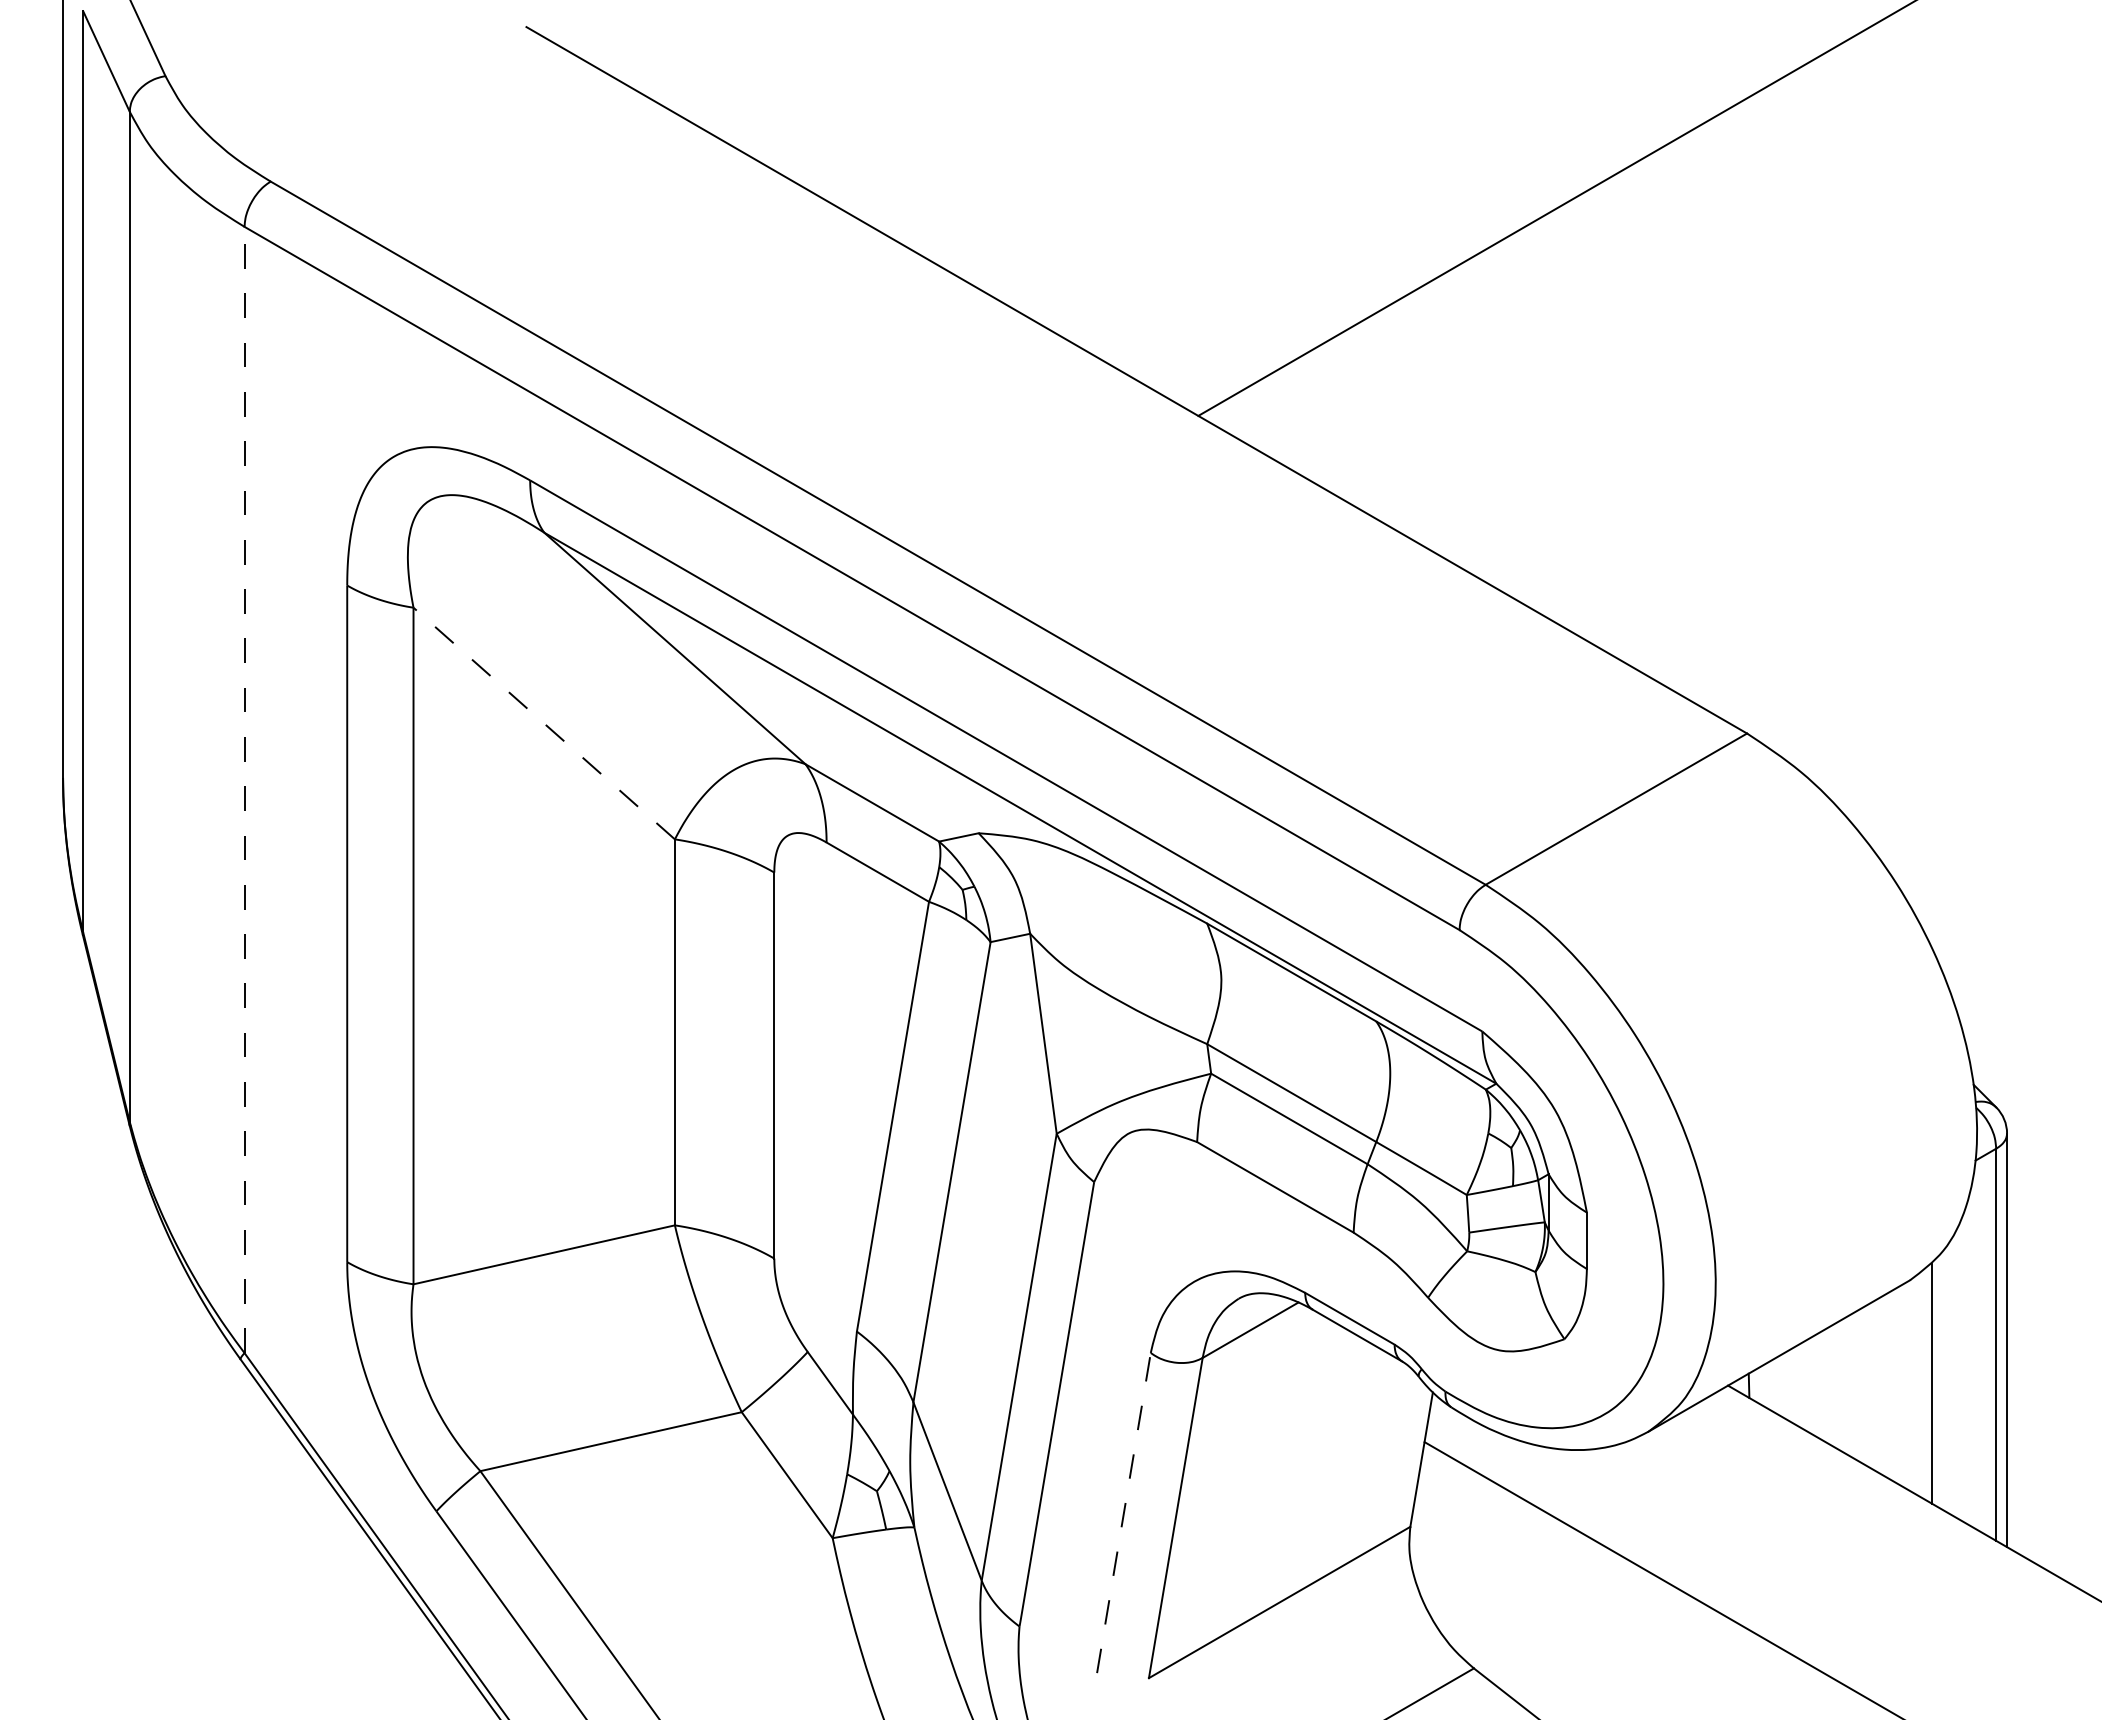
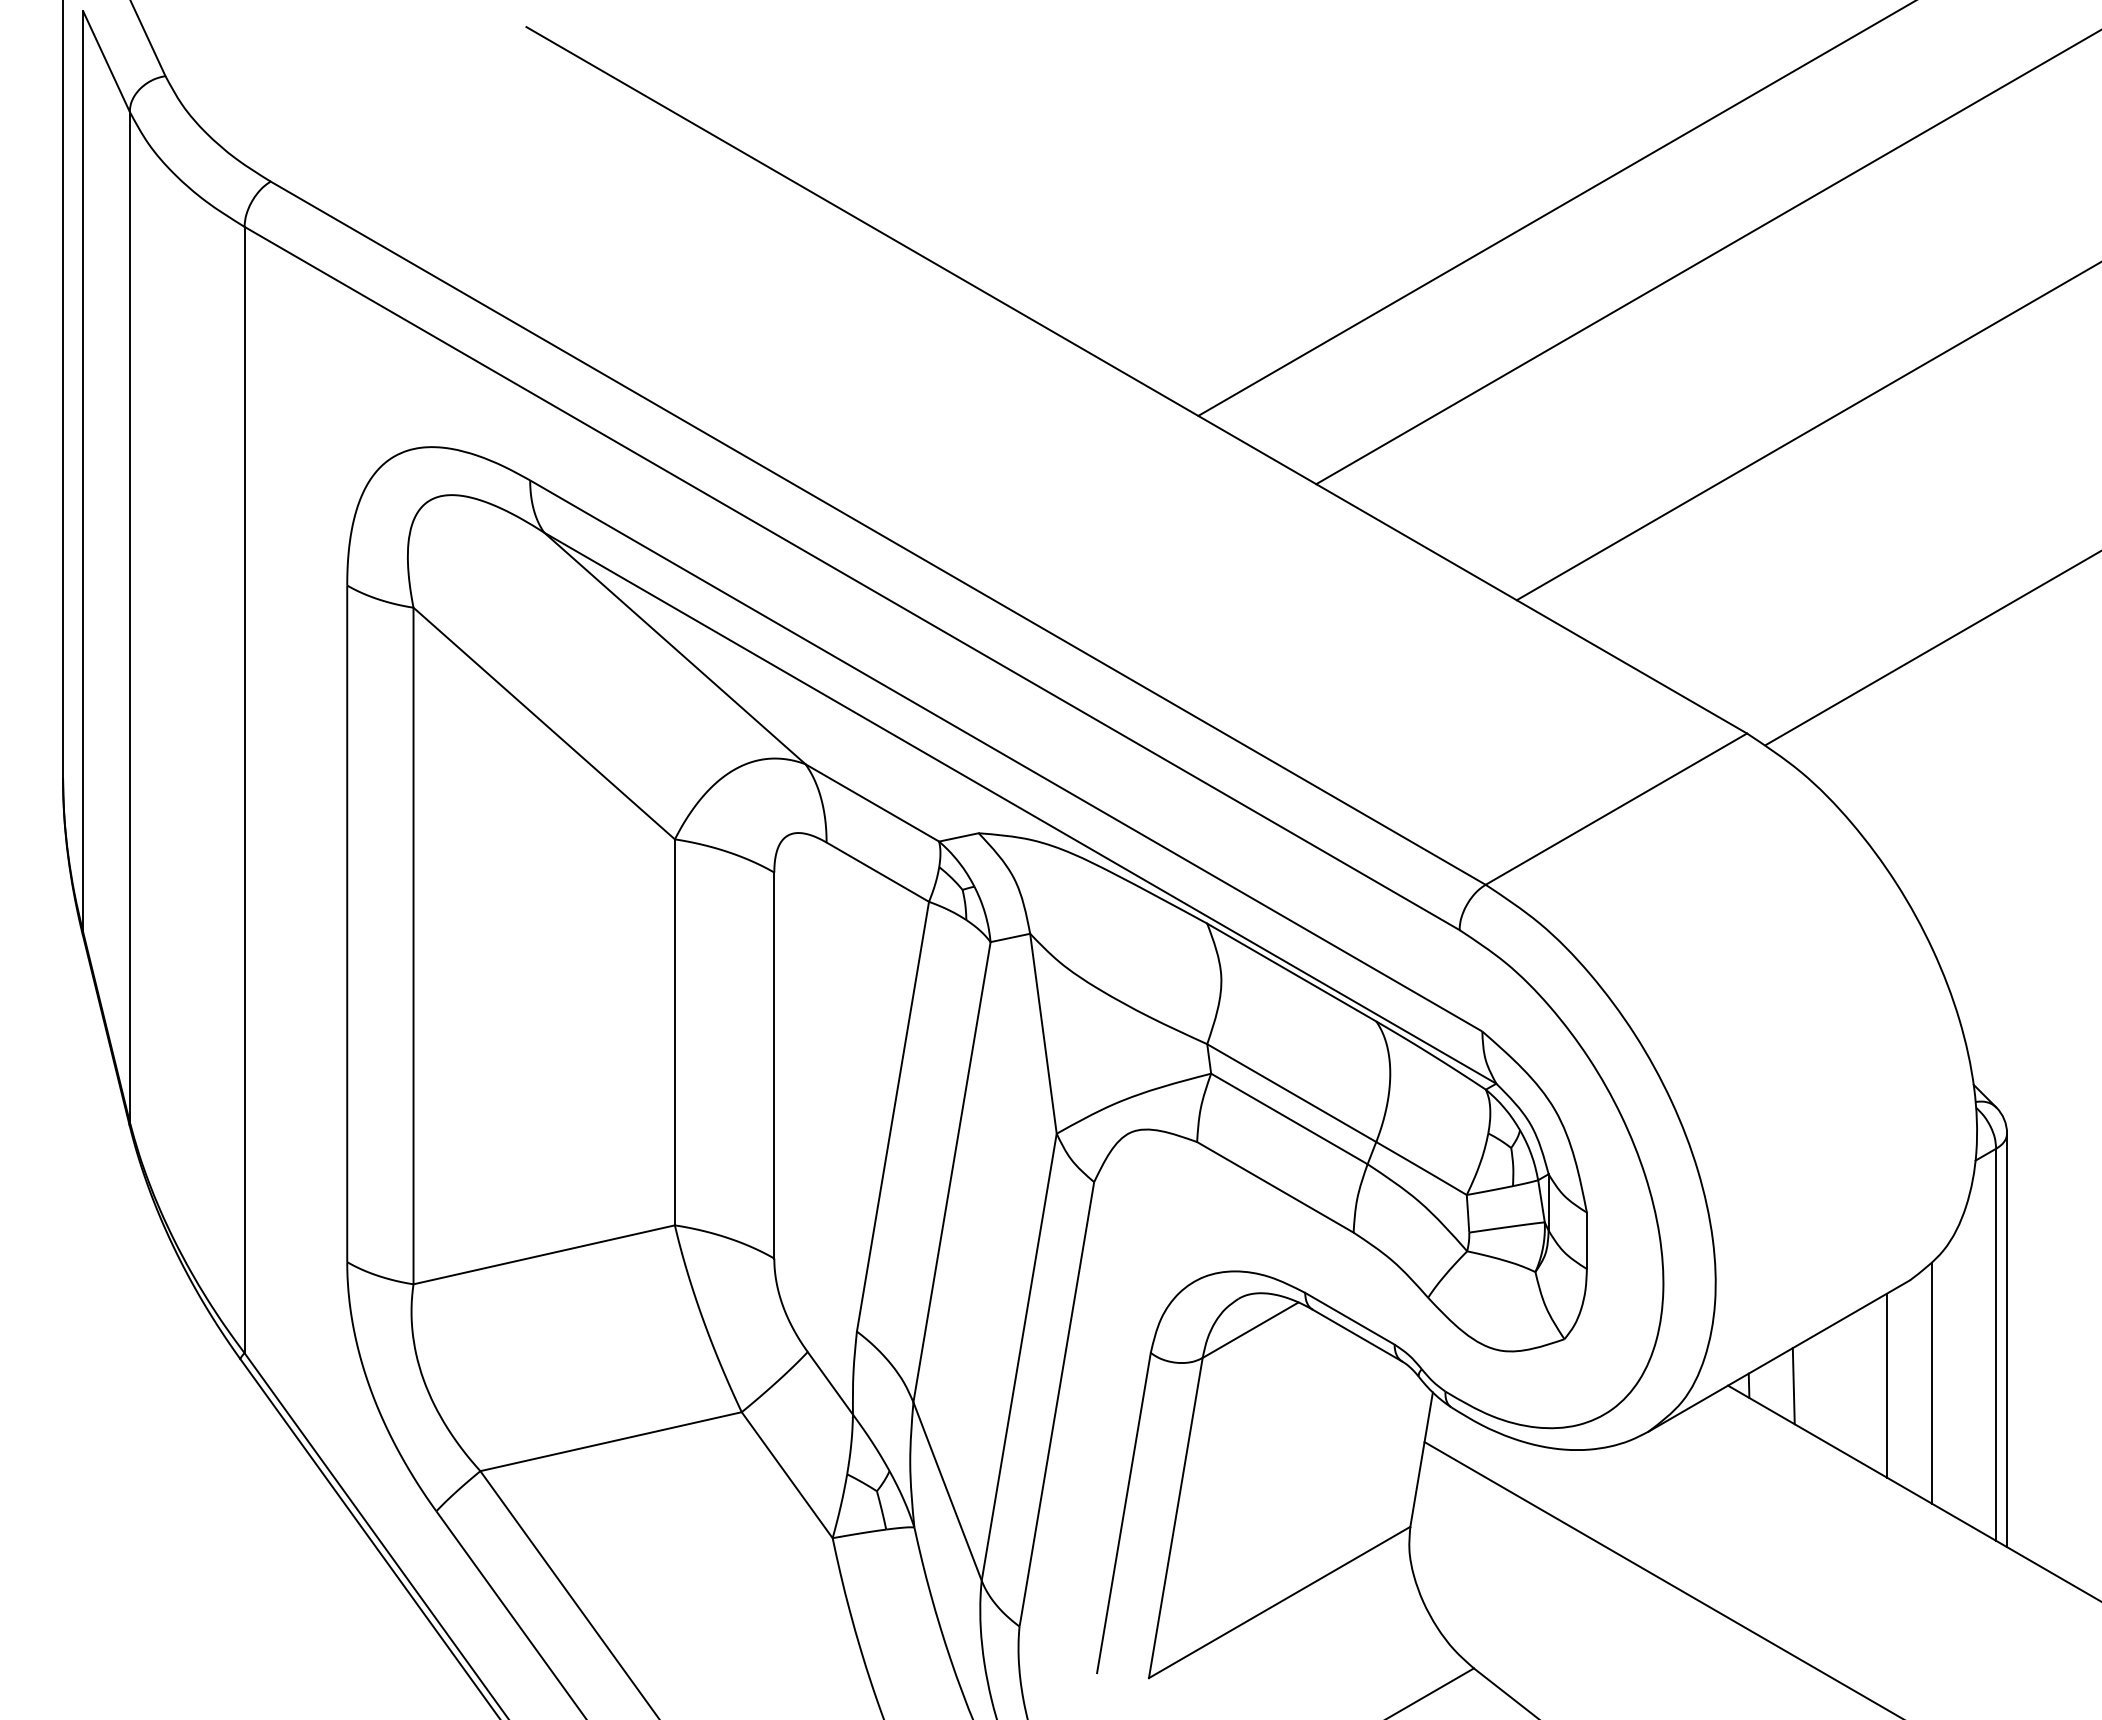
line at (1707, 257): none -> present
line at (1807, 431): none -> present
line at (1931, 648): none -> present
line at (544, 723): dashed -> solid
line at (244, 789): dashed -> solid
line at (1887, 1385): none -> present
line at (1793, 1386): none -> present
line at (1124, 1512): dashed -> solid
